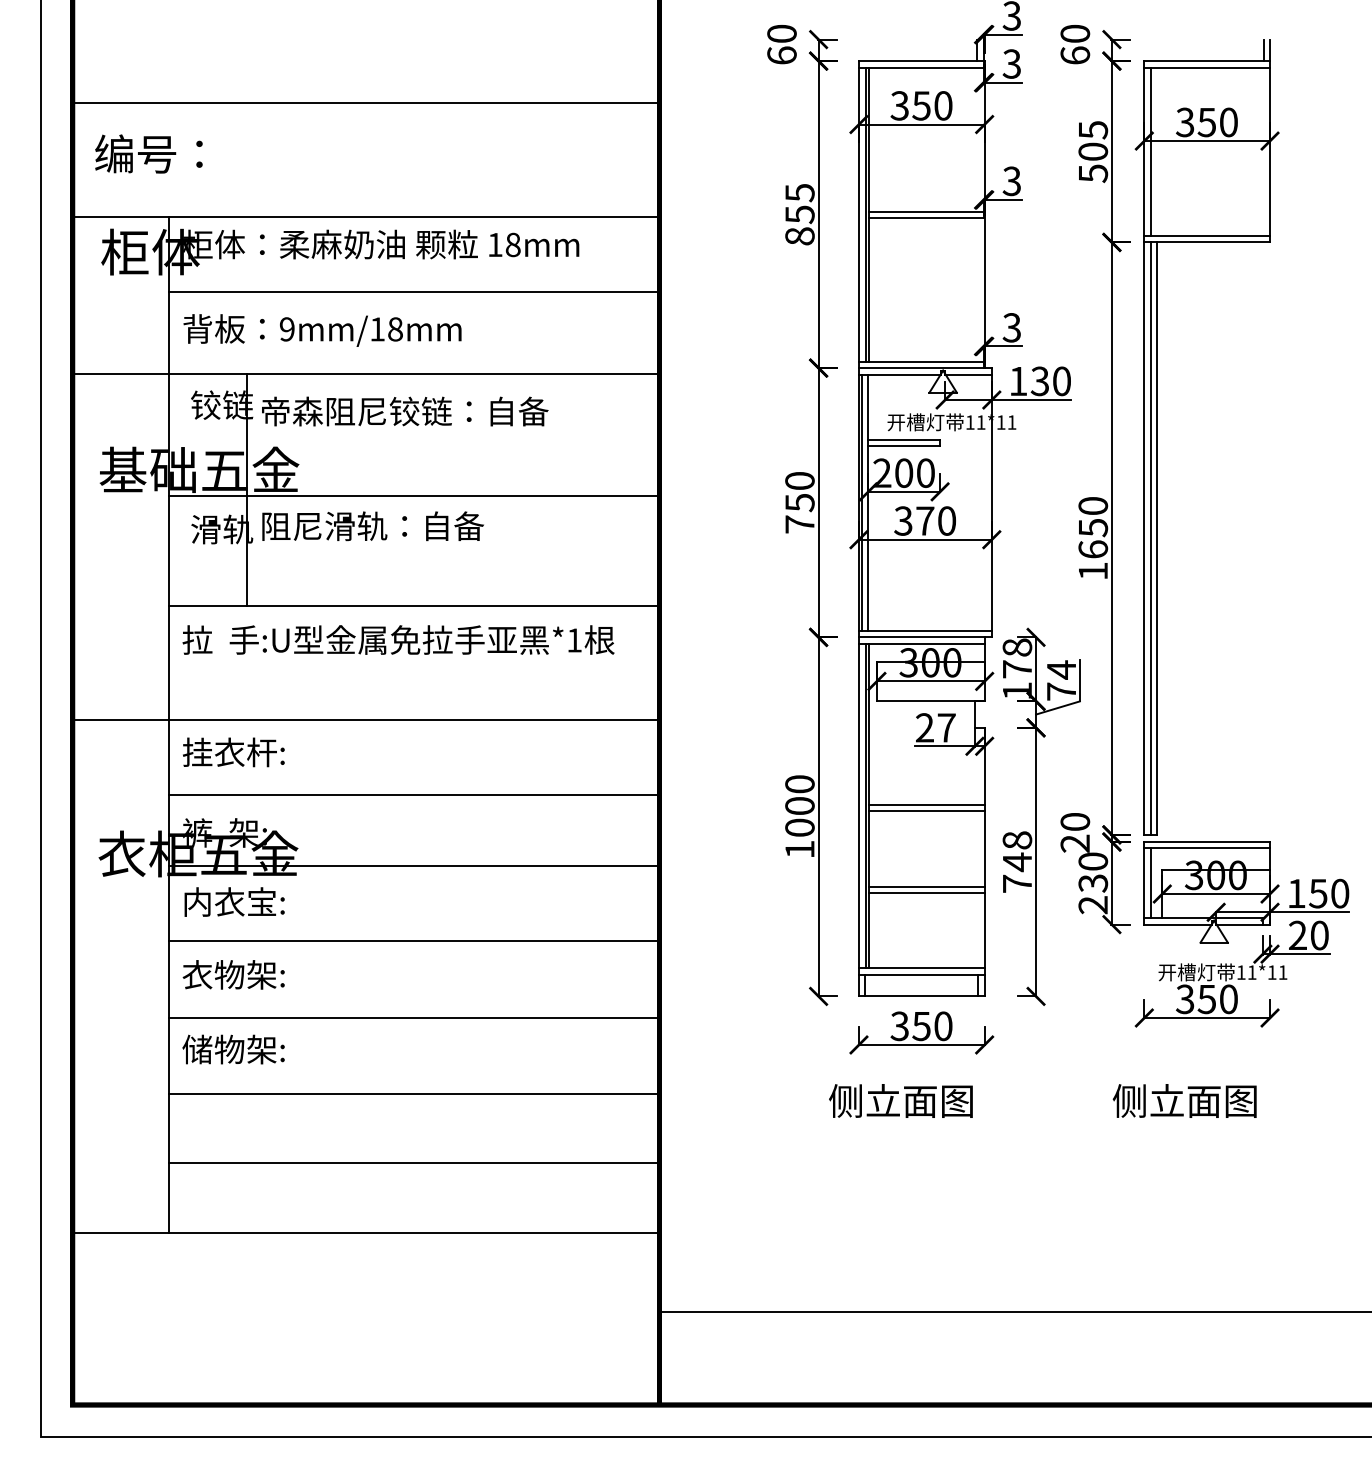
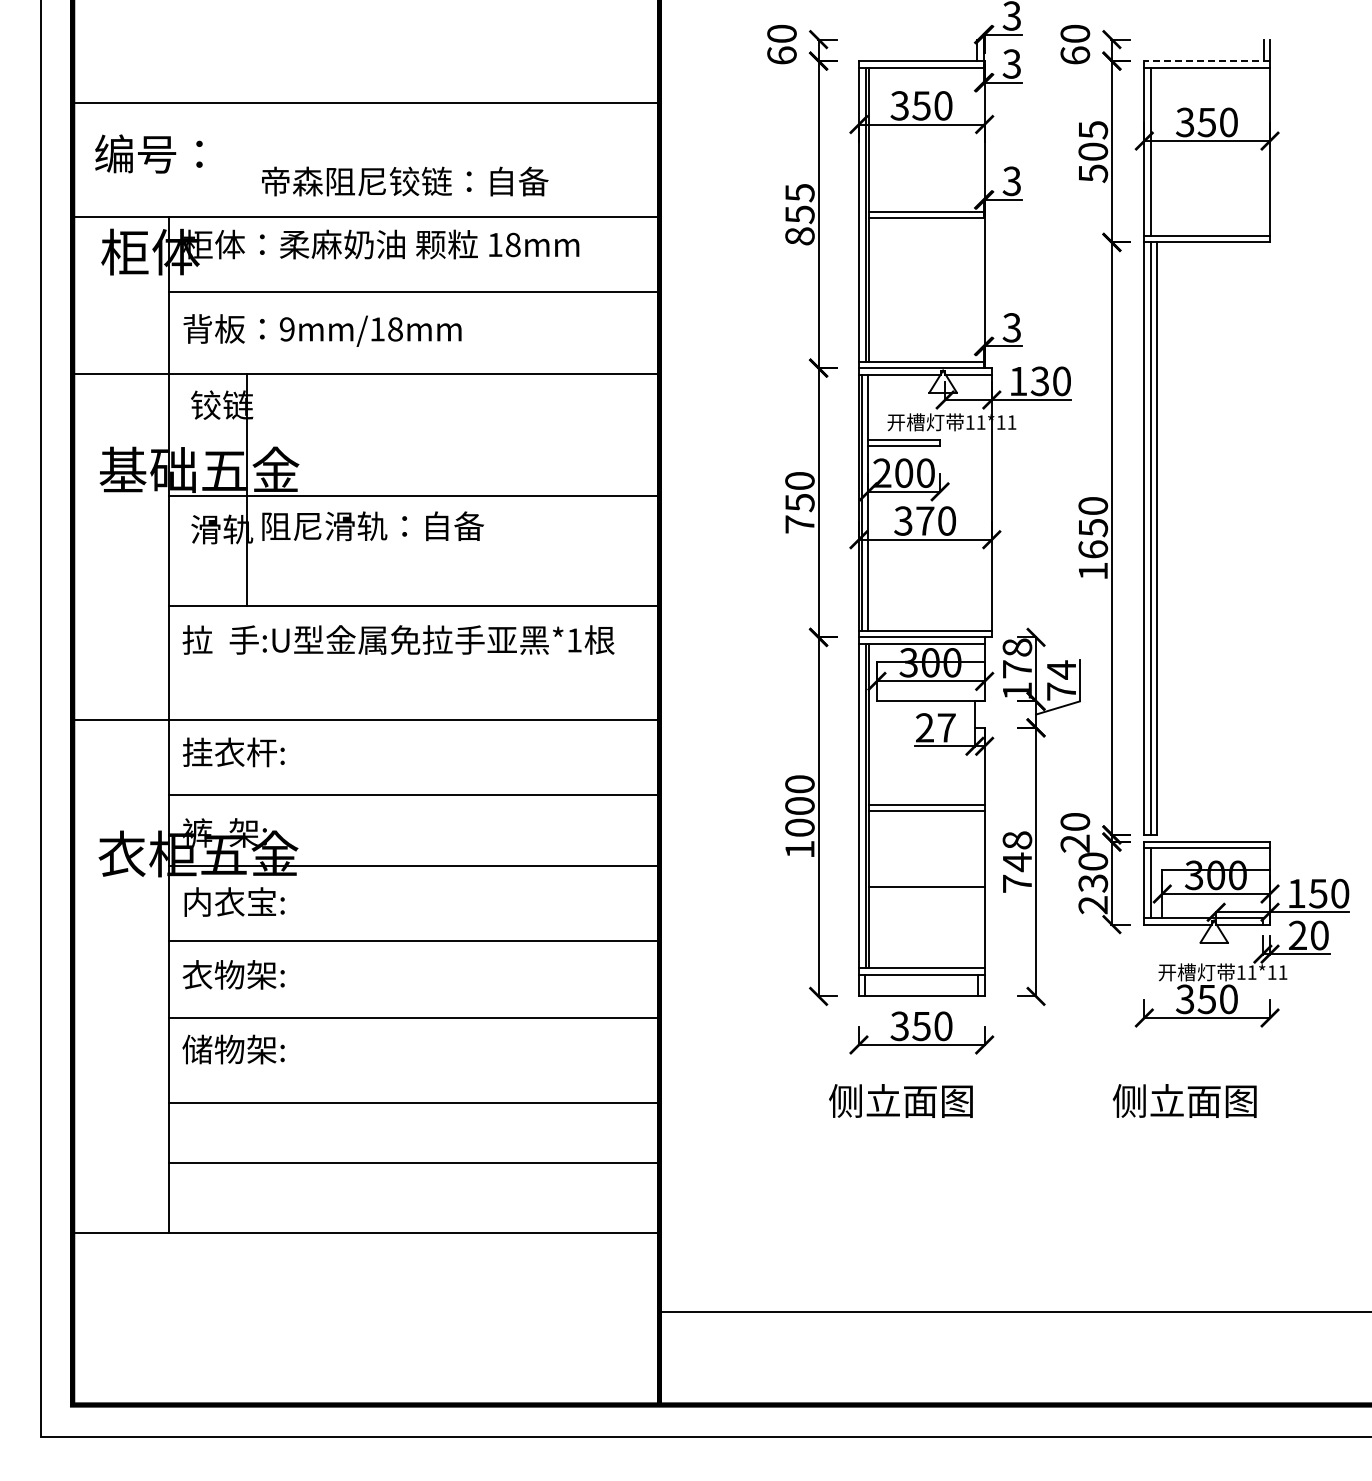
line at (1207, 61): solid -> dashed
text at (405, 411) position: (405, 411) -> (405, 181)
line at (926, 893): present -> none
line at (414, 1093) position: (414, 1093) -> (414, 1102)
